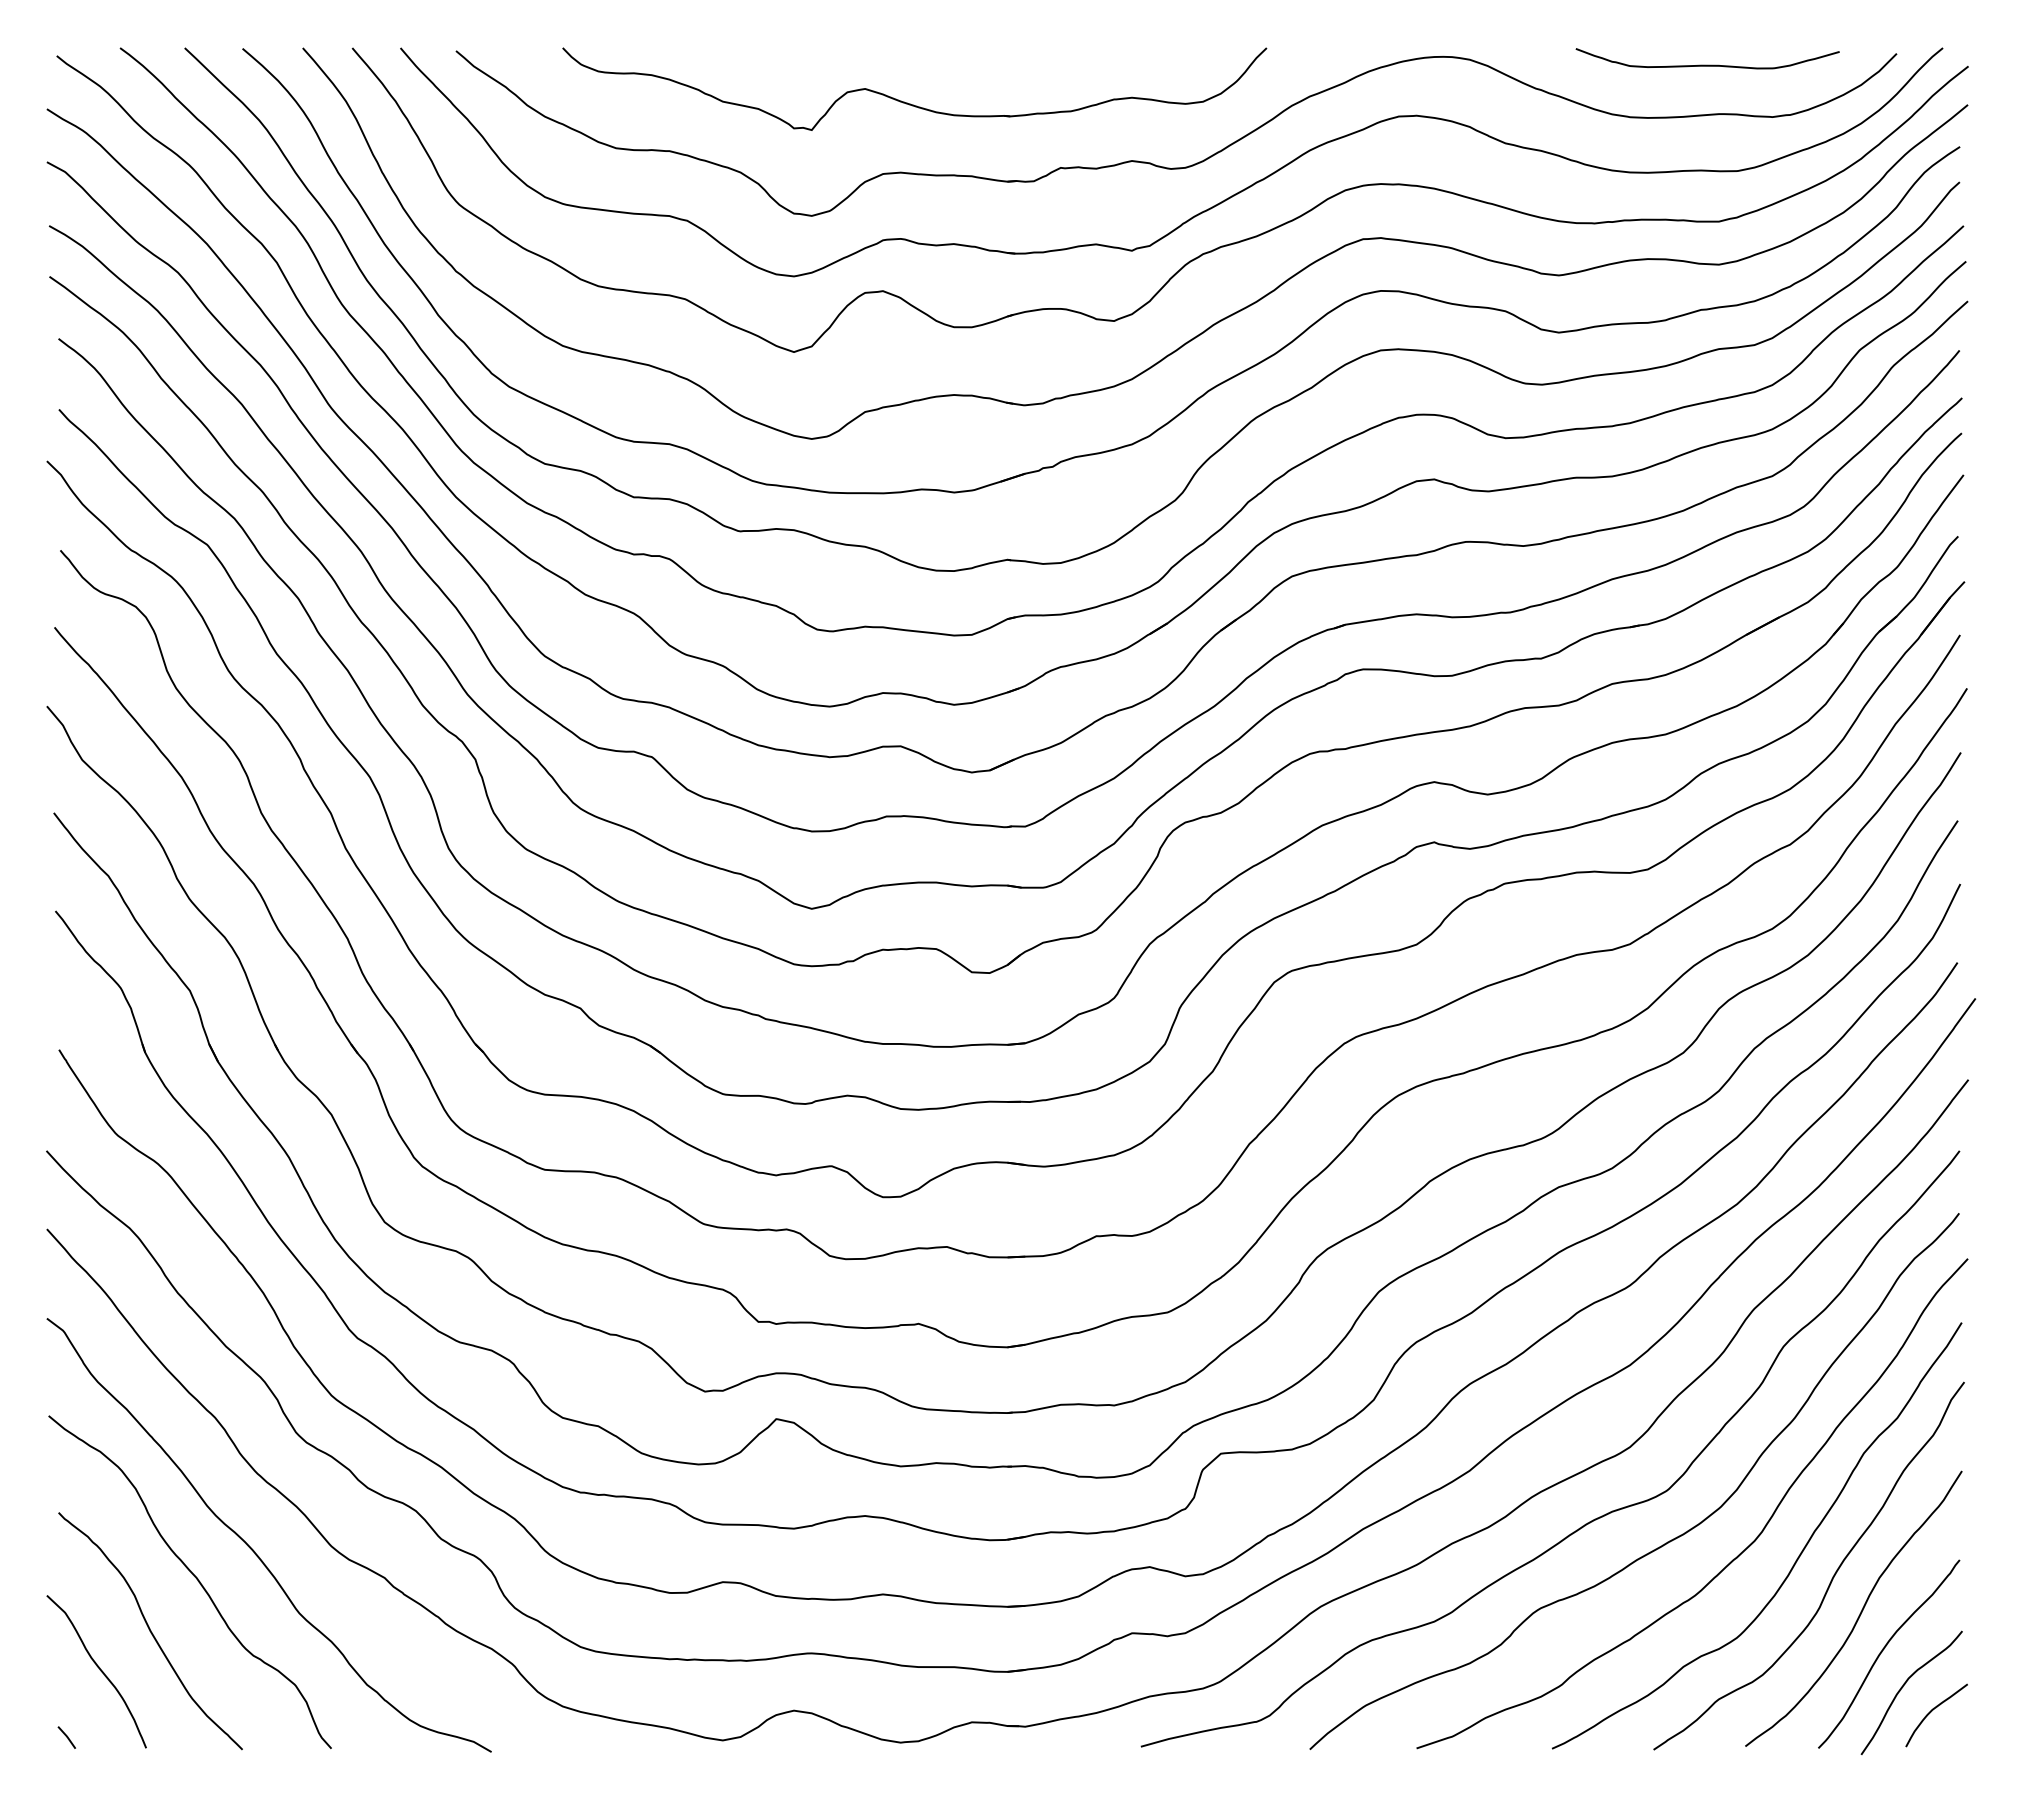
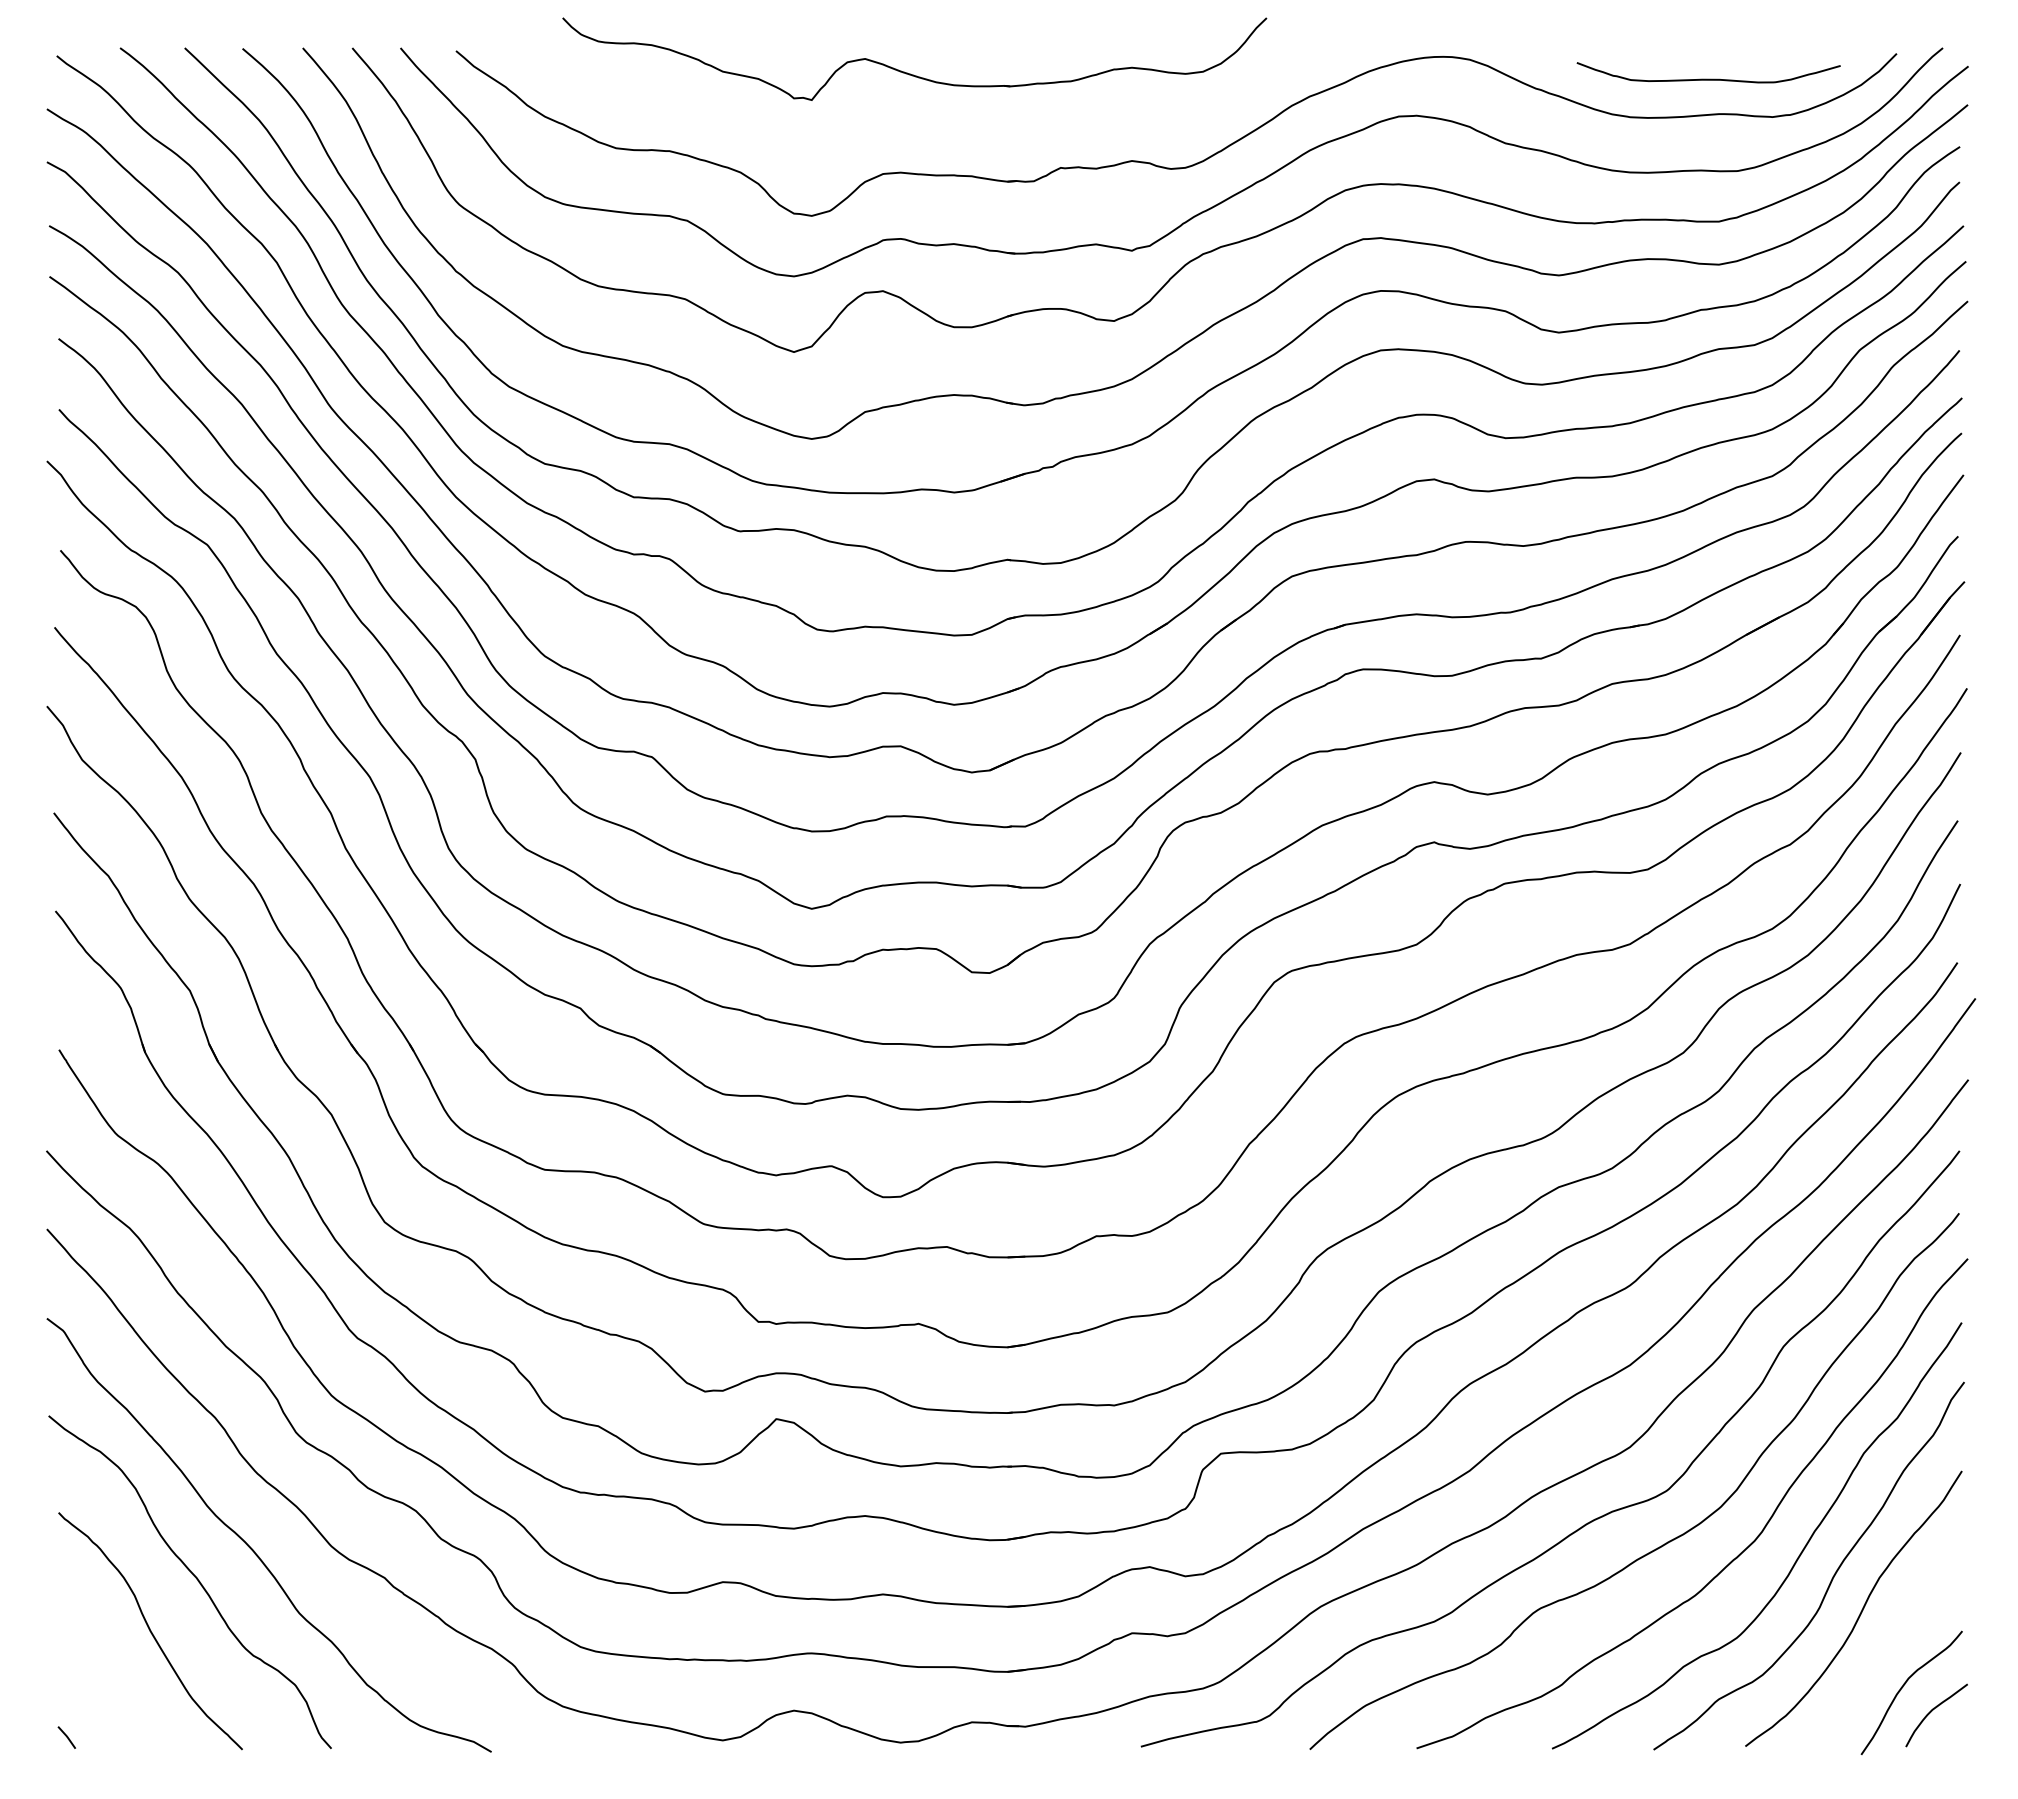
curve at (1707, 64) position: (1707, 64) -> (1708, 78)
part at (910, 103) position: (910, 103) -> (910, 73)
curve at (1884, 1649): present -> none
curve at (98, 1668): present -> none
